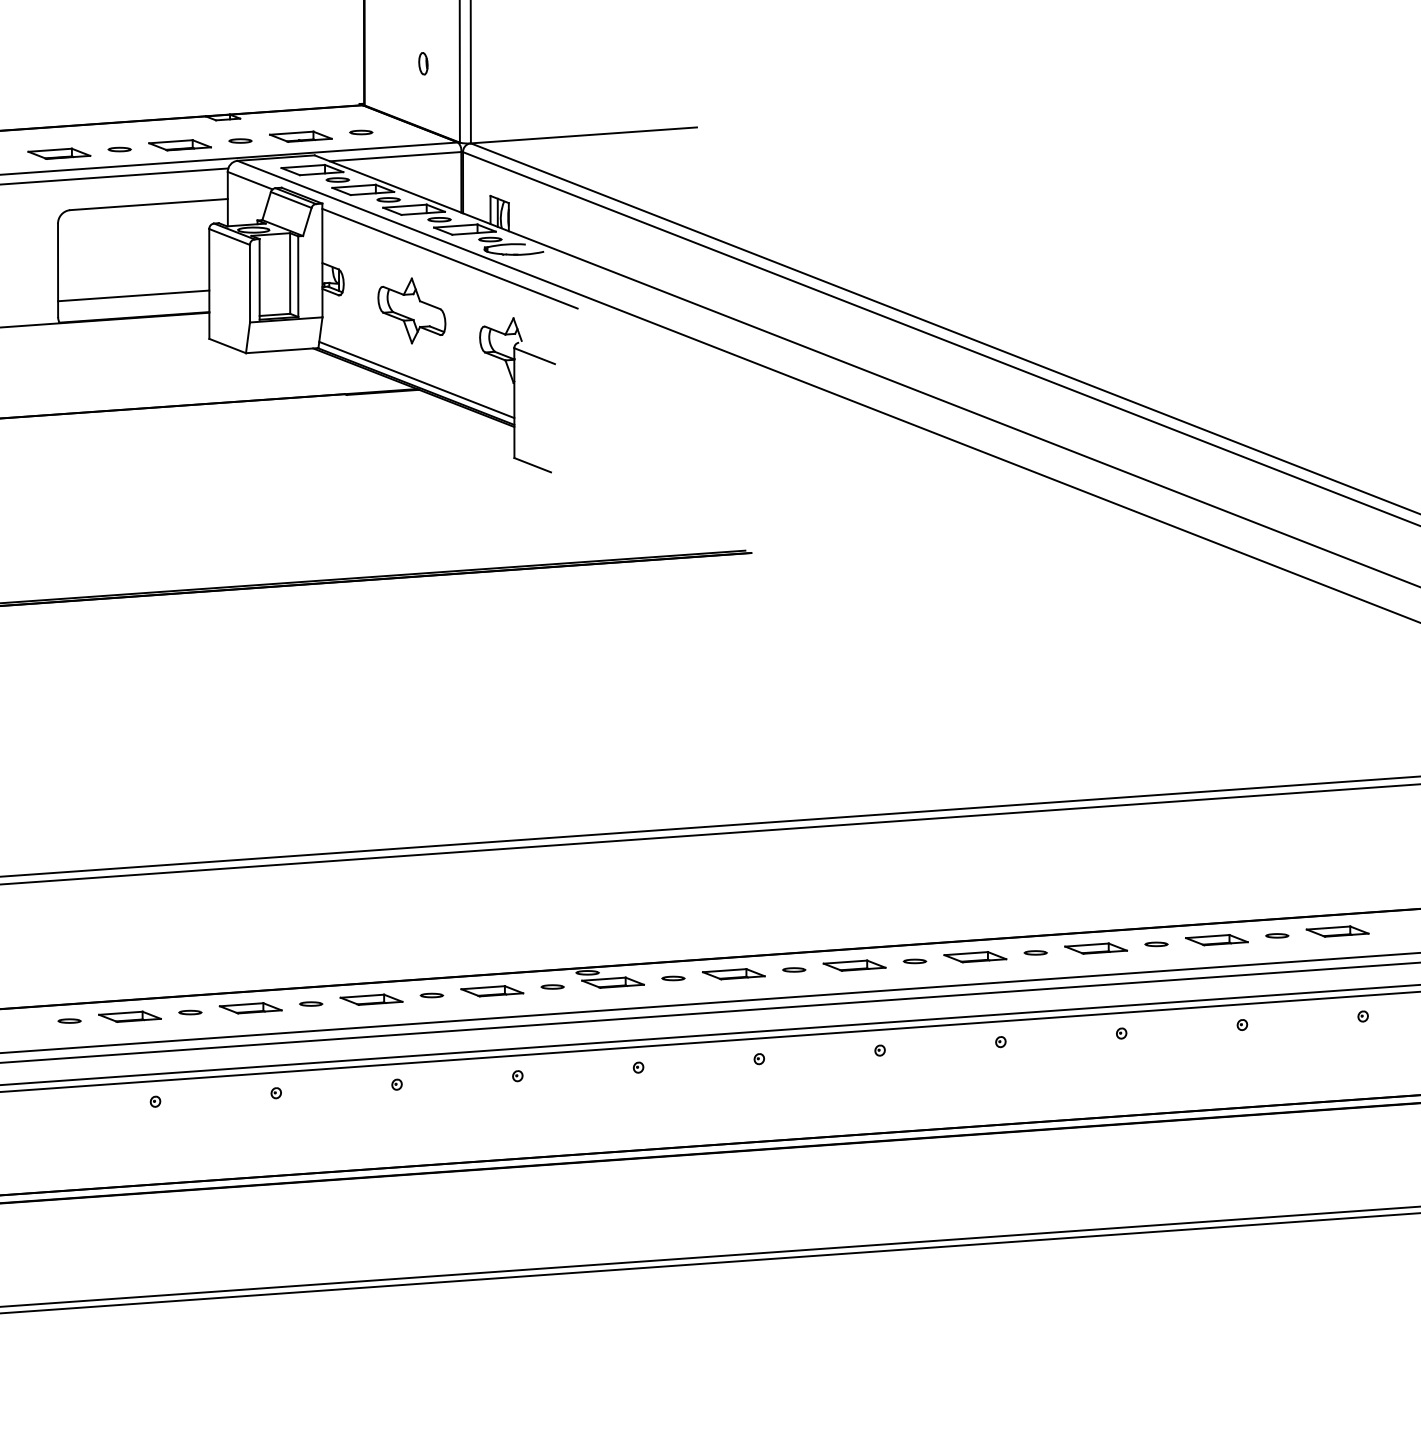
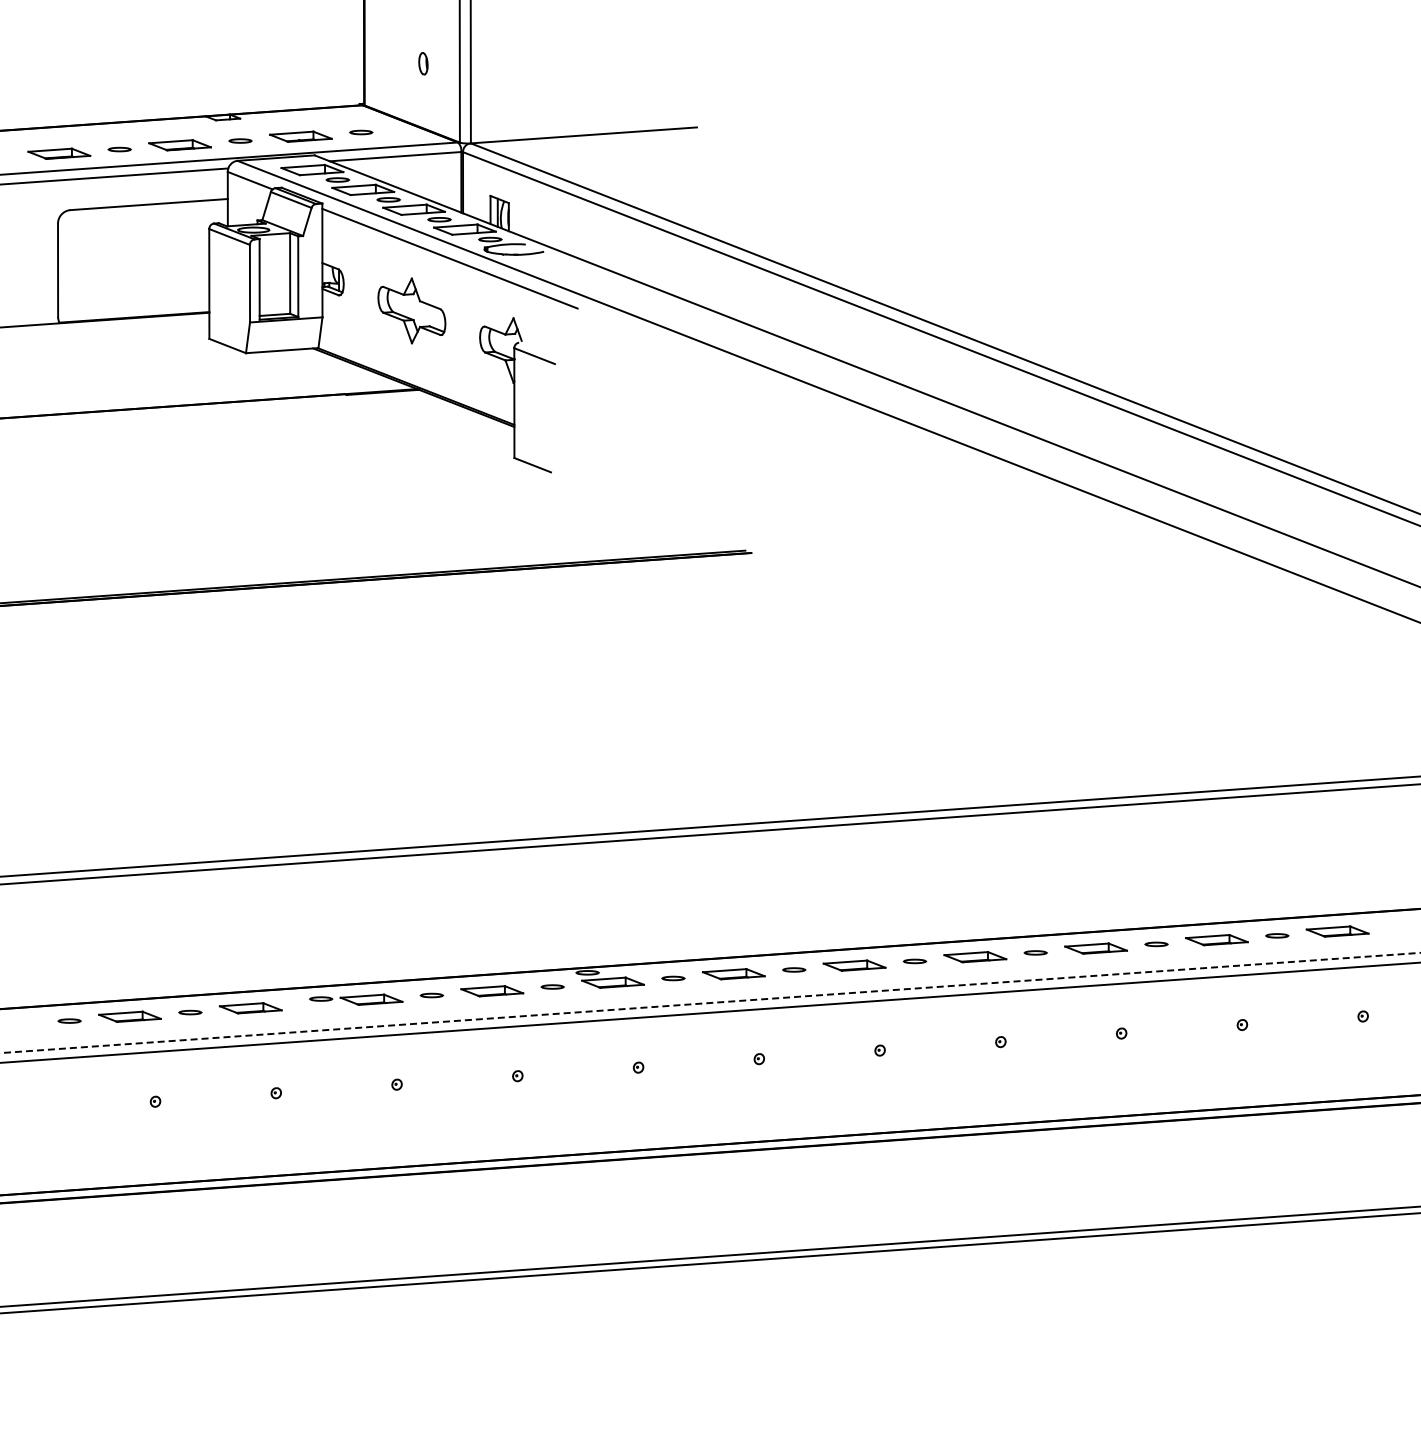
line at (133, 295): present -> none
line at (416, 379): present -> none
line at (710, 1002): solid -> dashed
part at (311, 1003) position: (311, 1003) -> (321, 998)
line at (709, 1034): present -> none
line at (709, 1041): present -> none
